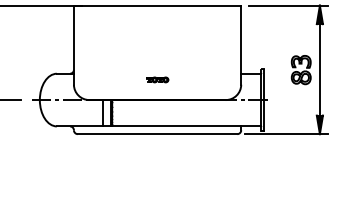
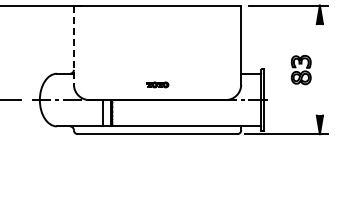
line at (73, 45): solid -> dashed
line at (319, 69): present -> none
part at (157, 79) position: (157, 79) -> (157, 84)
